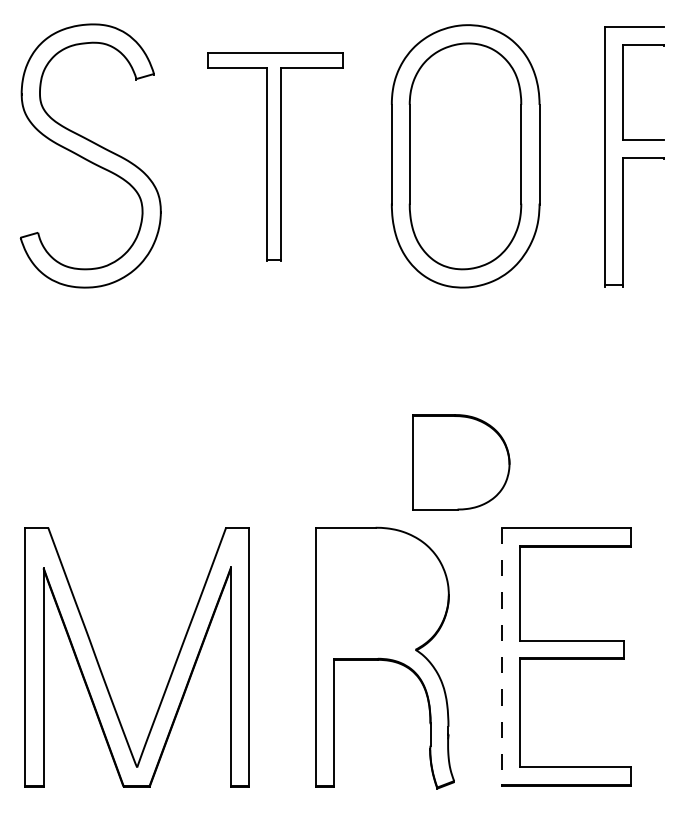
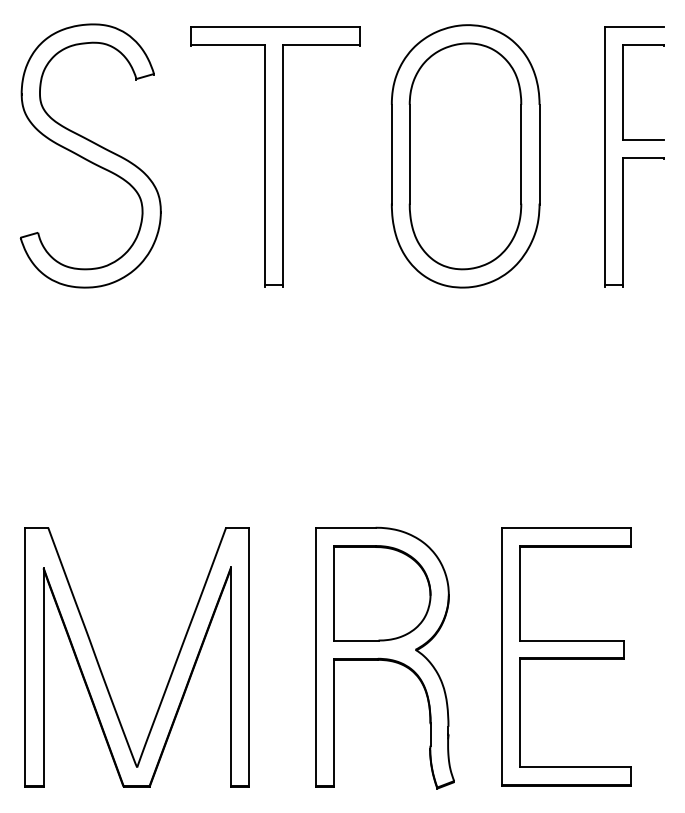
part at (275, 156) size: 137x210 px -> 171x262 px
part at (461, 462) position: (461, 462) -> (382, 593)
line at (501, 656): dashed -> solid
